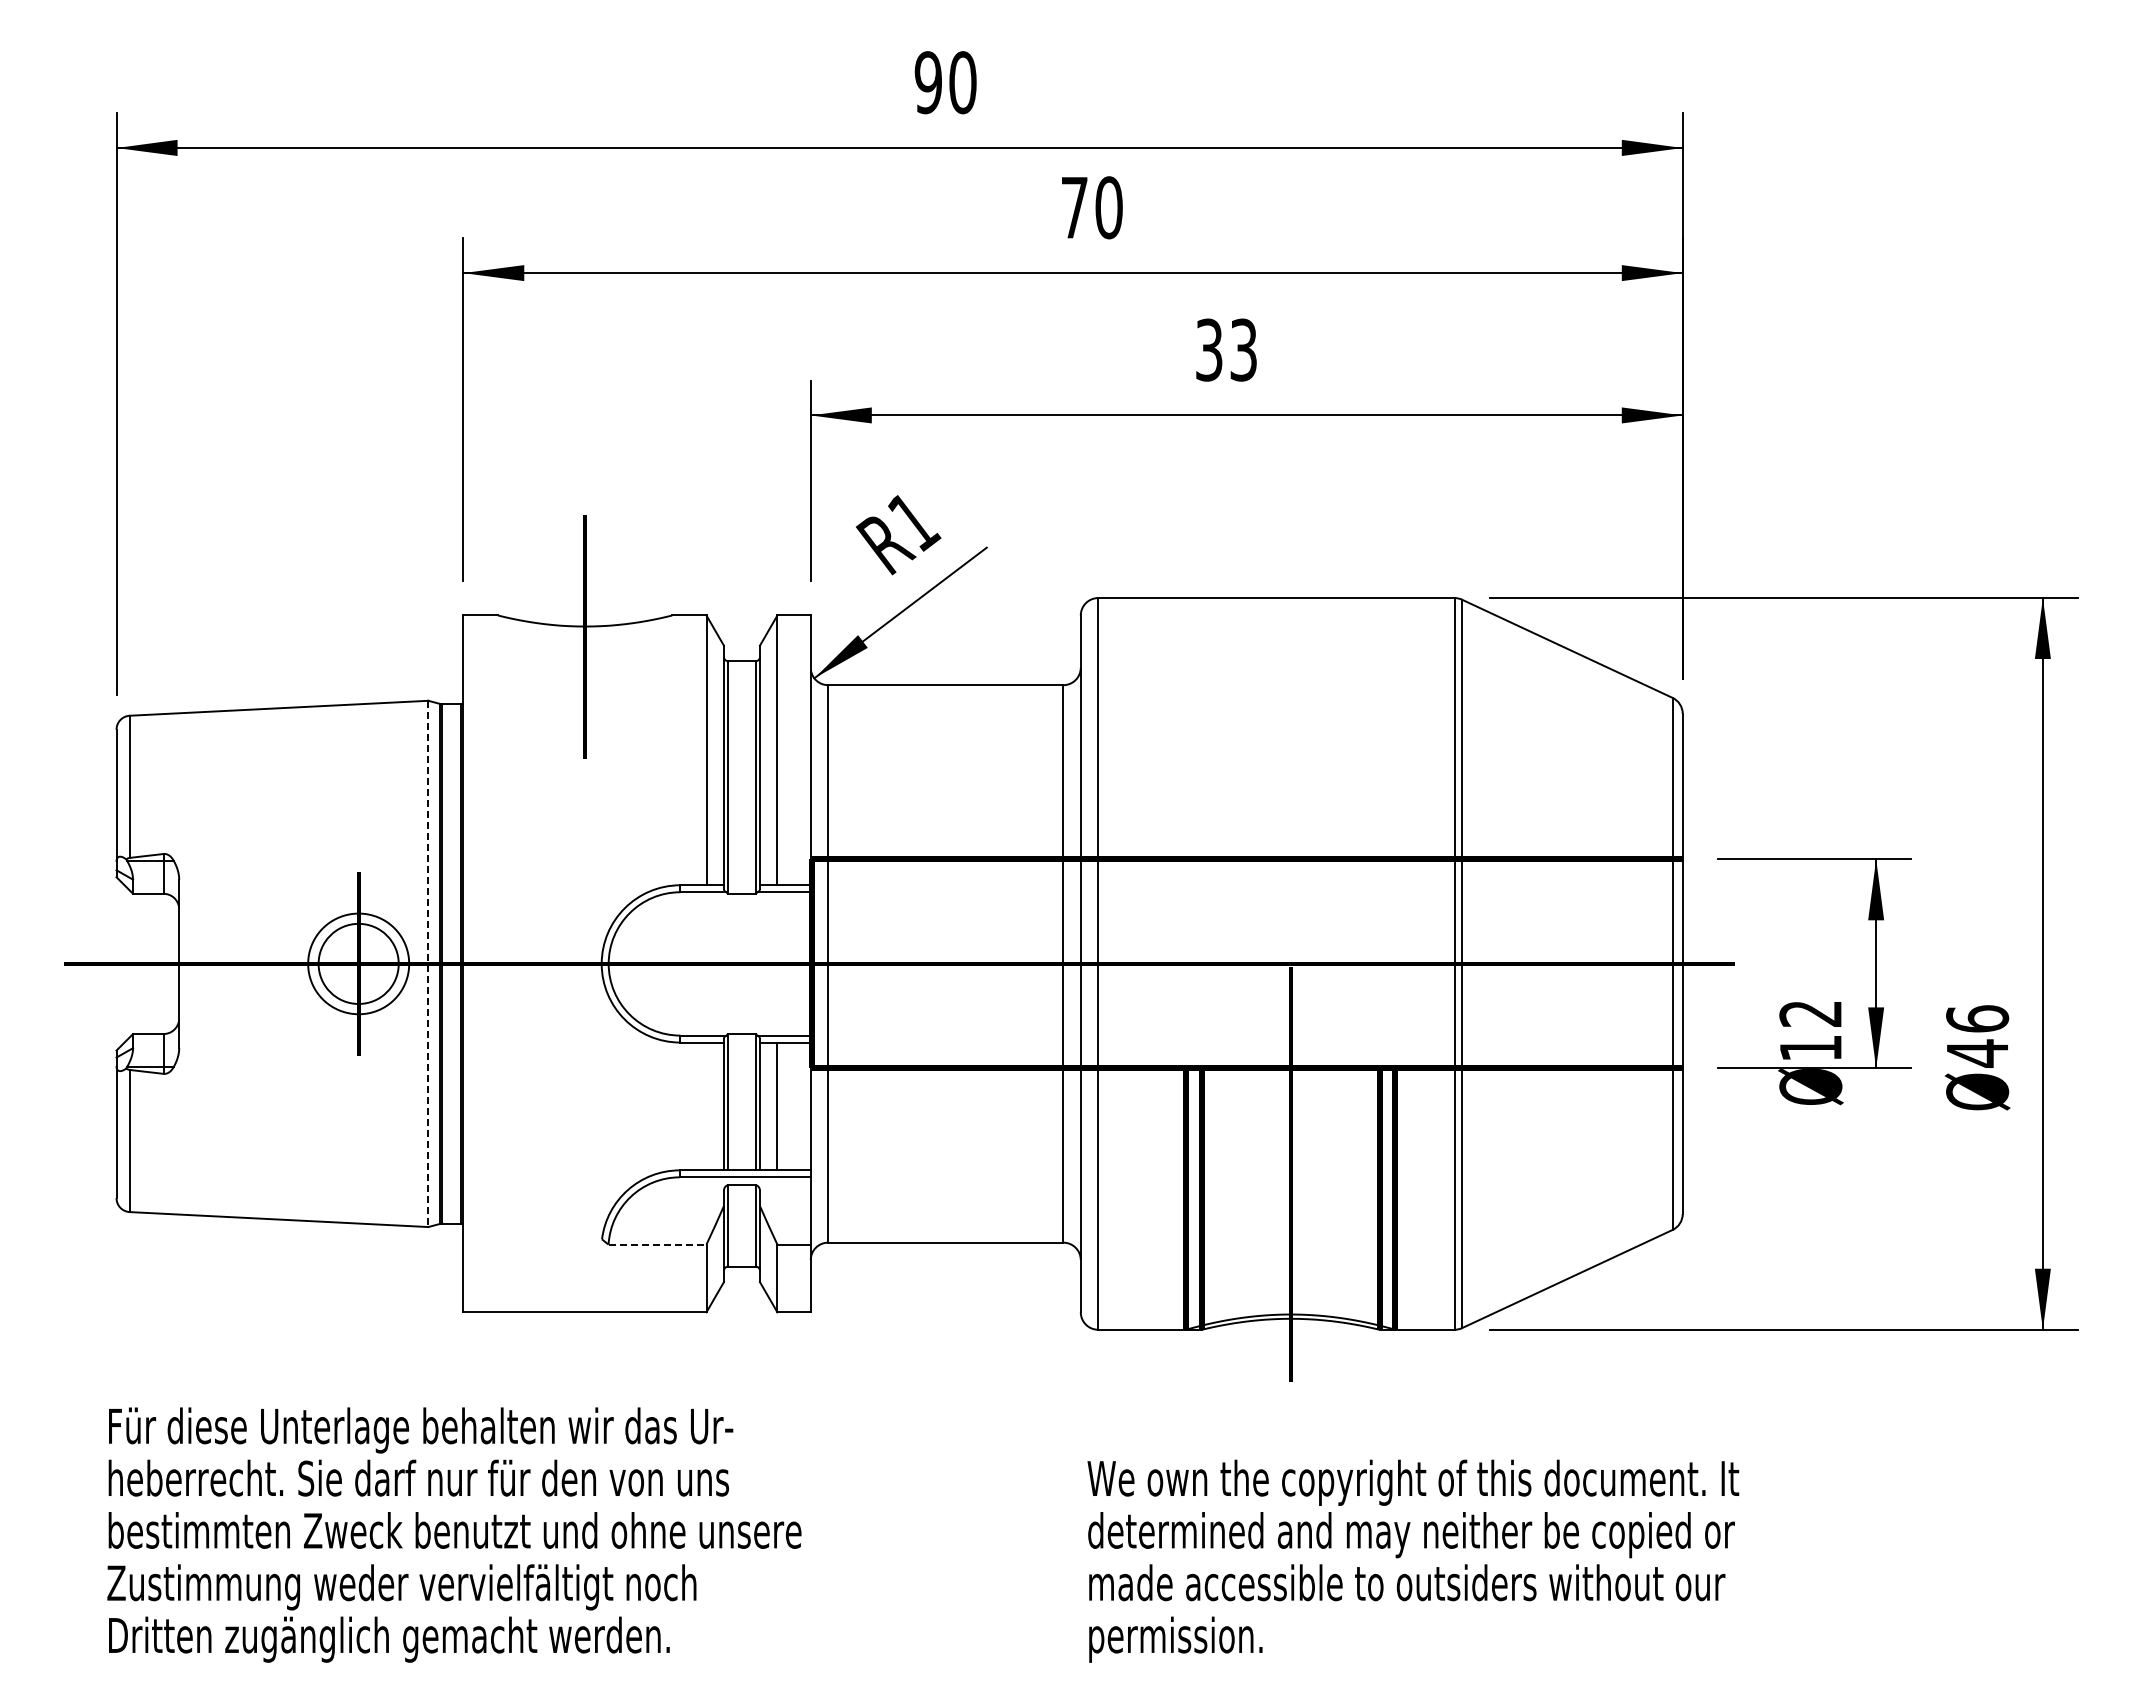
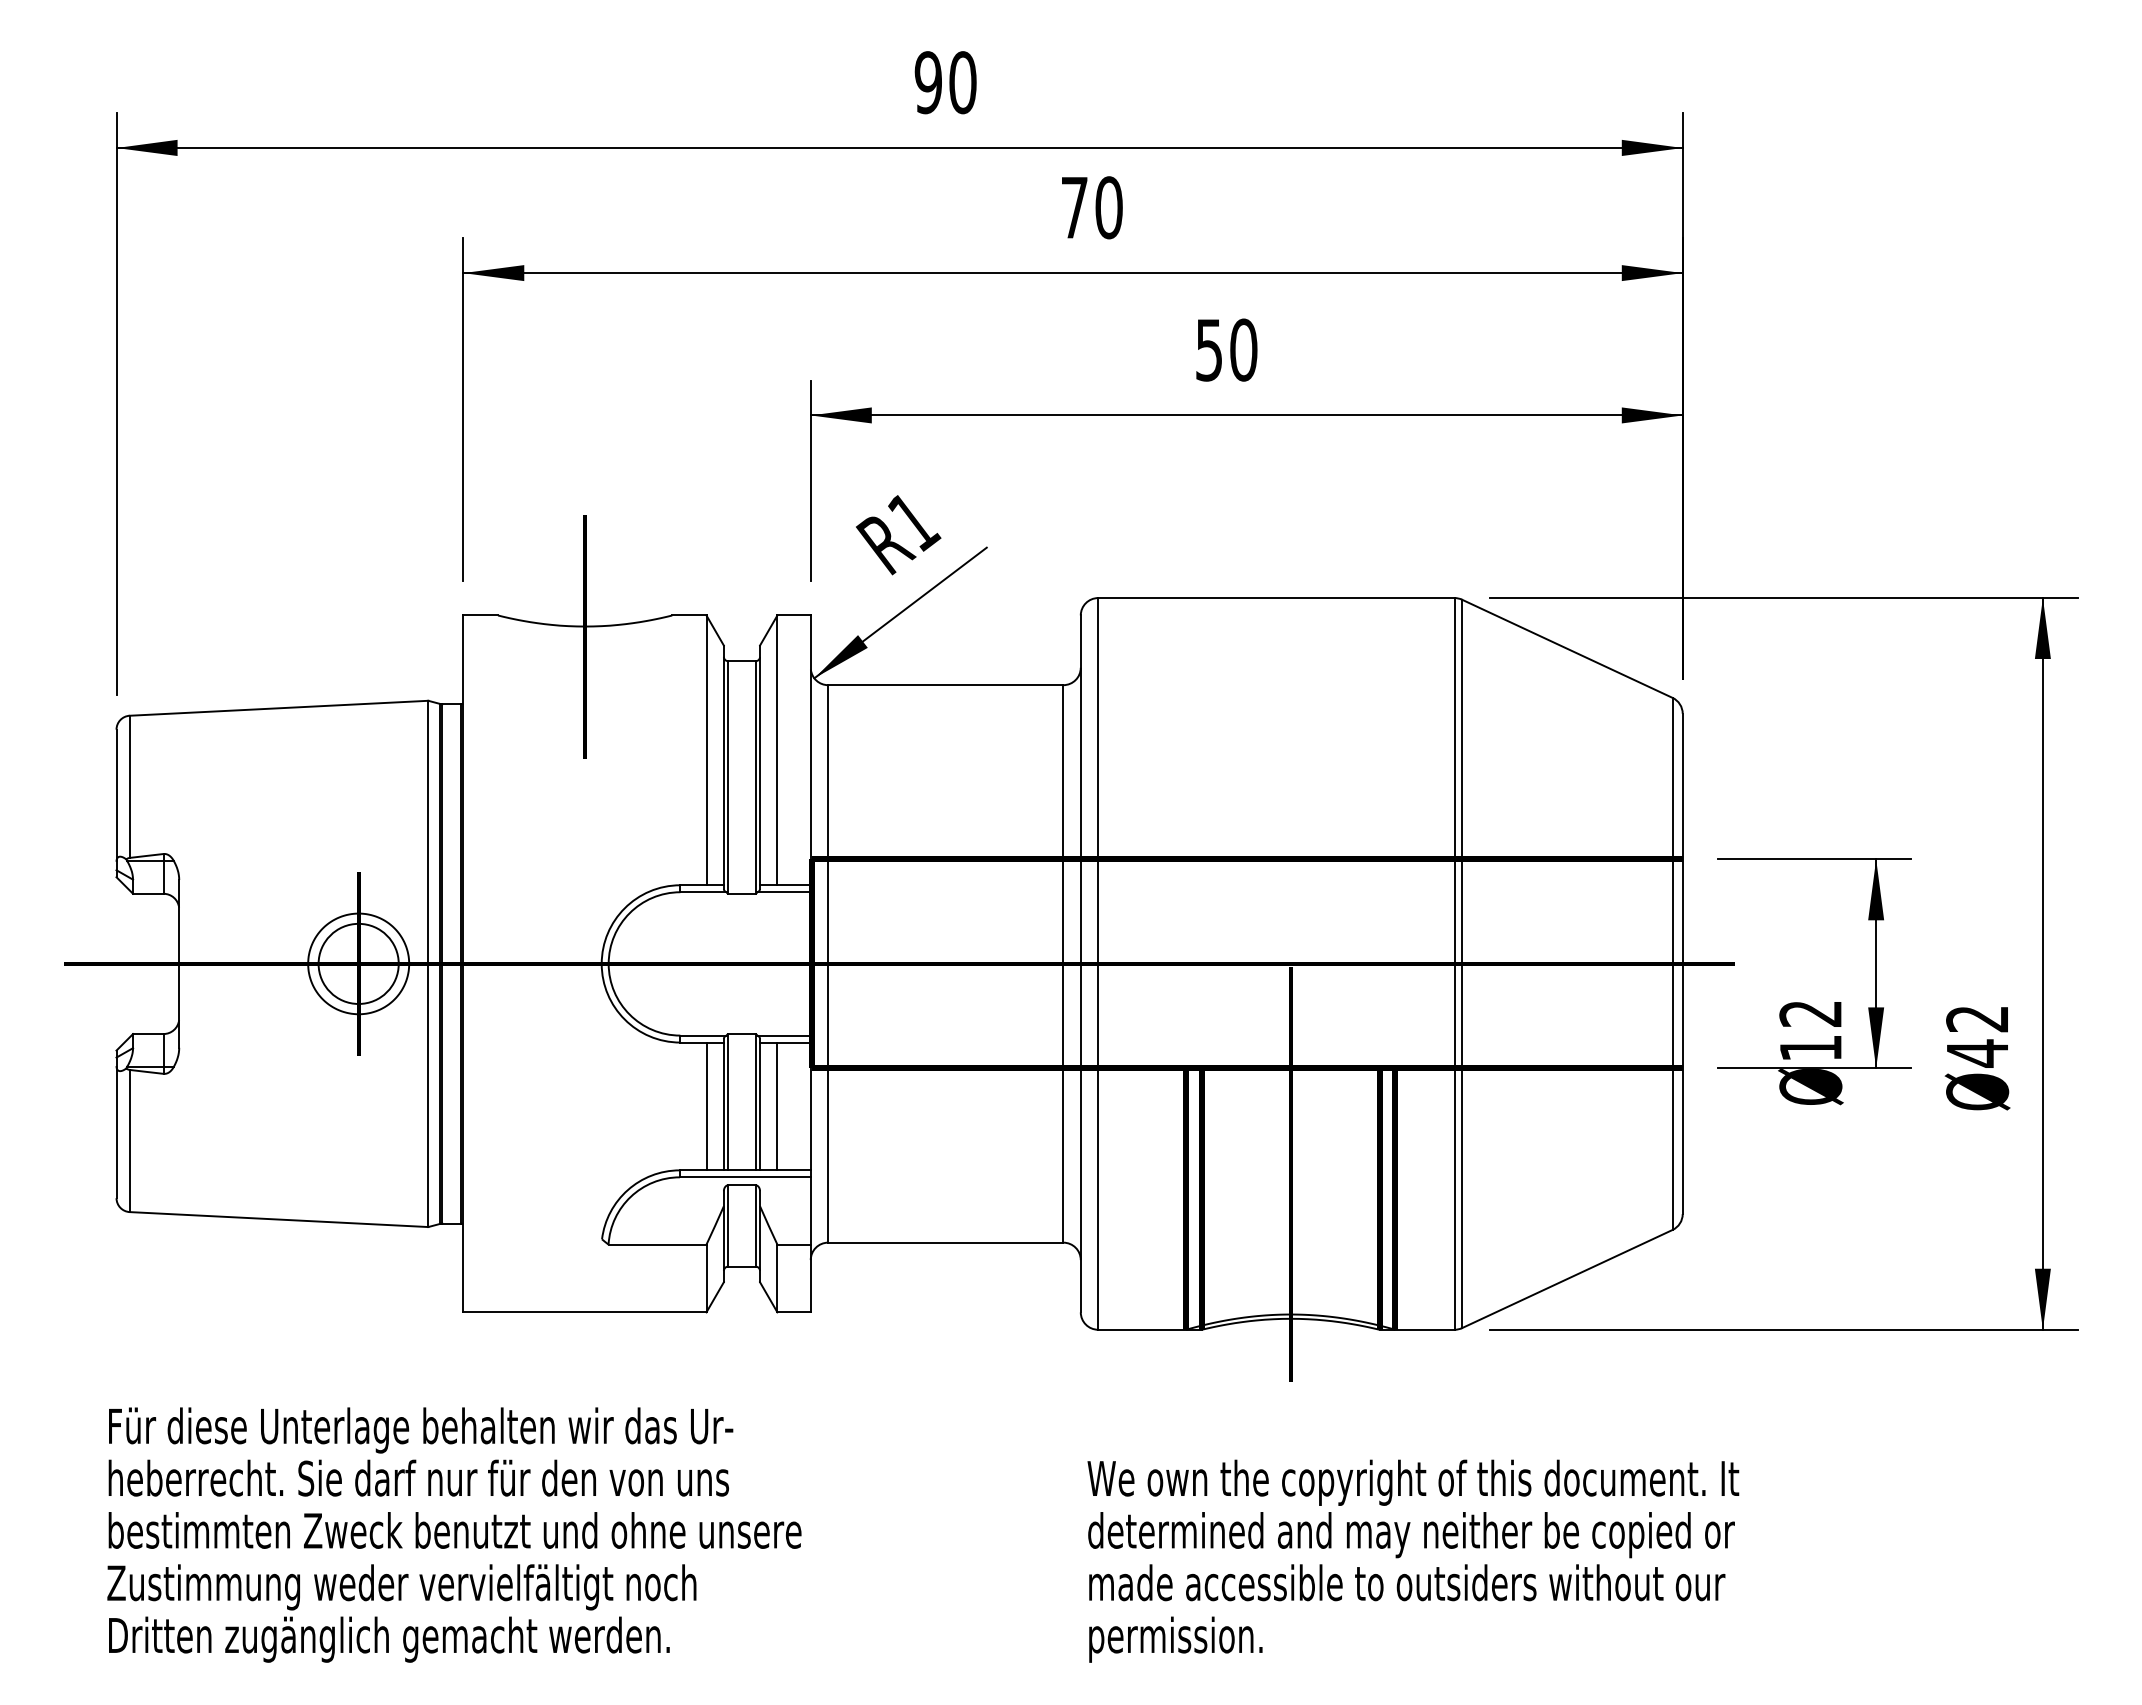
text at (1226, 349): 33 -> 50
line at (428, 964): dashed -> solid
text at (1977, 1018): 46 -> 42
line at (706, 1106): none -> present
line at (657, 1244): dashed -> solid
